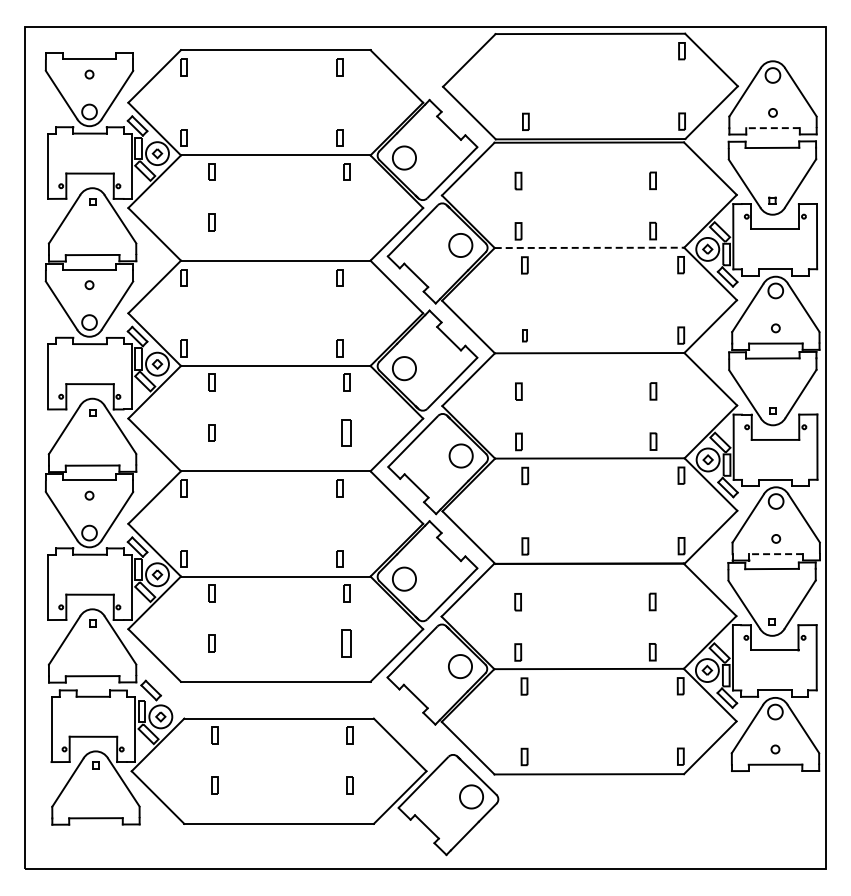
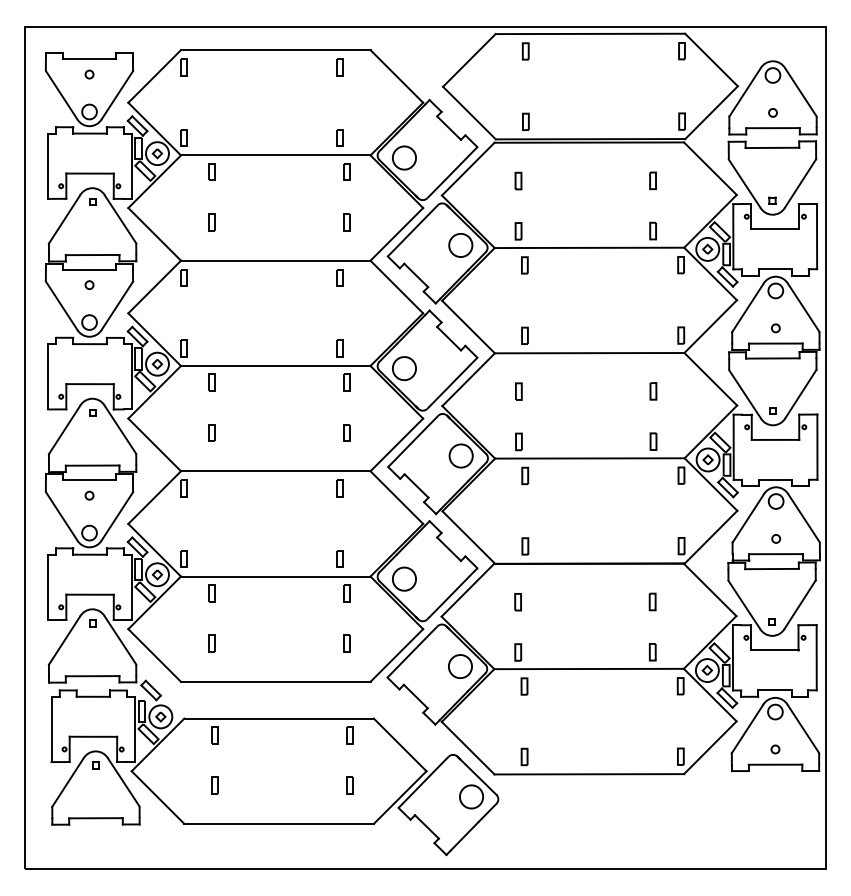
part at (525, 51): none -> present
line at (773, 128): dashed -> solid
part at (346, 222): none -> present
line at (589, 247): dashed -> solid
part at (524, 335) size: 6x14 px -> 8x19 px
part at (346, 432) size: 11x28 px -> 8x18 px
line at (776, 554): dashed -> solid
part at (346, 643) size: 11x29 px -> 8x19 px
